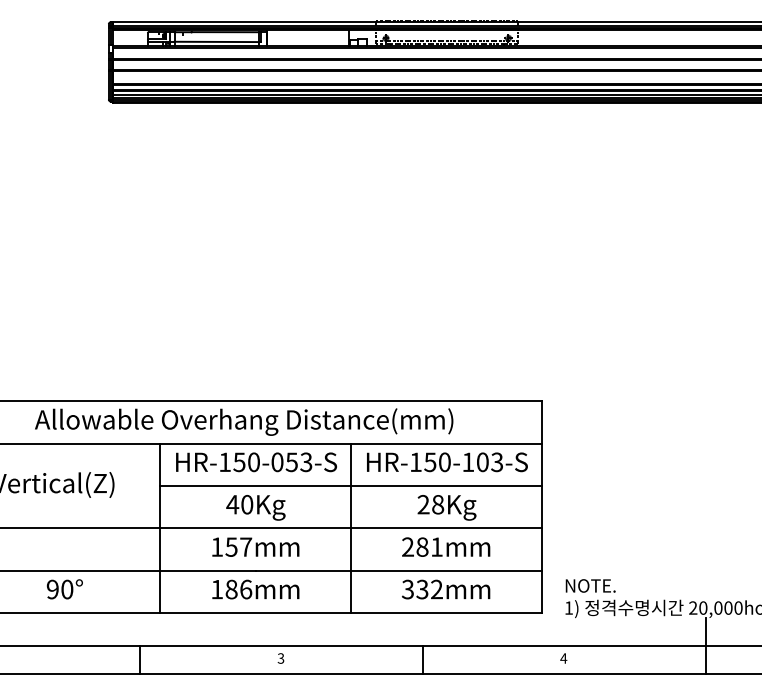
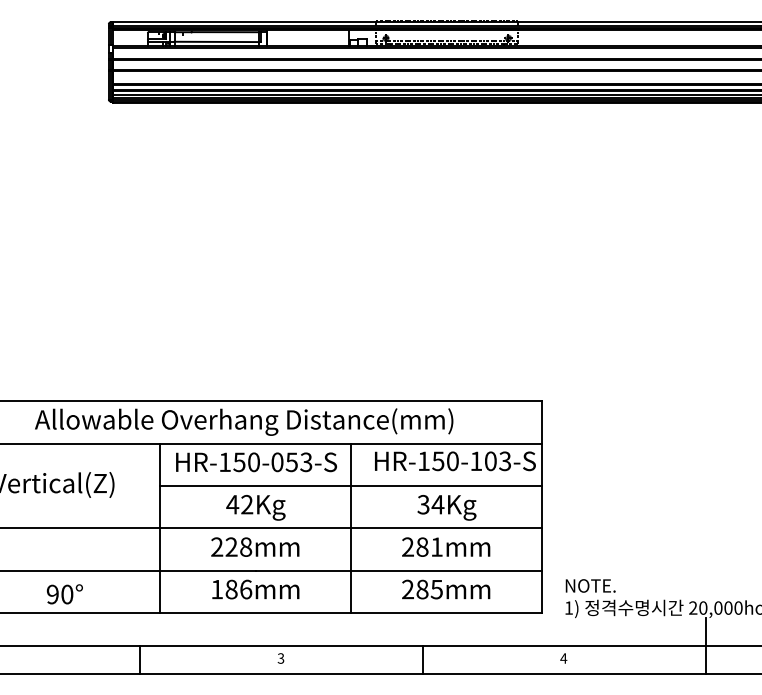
text at (447, 462) position: (447, 462) -> (455, 461)
text at (247, 504): 40Kg -> 42Kg
text at (430, 504): 28Kg -> 34Kg
text at (231, 546): 157mm -> 228mm
text at (64, 589) position: (64, 589) -> (64, 594)
text at (421, 589): 332mm -> 285mm
